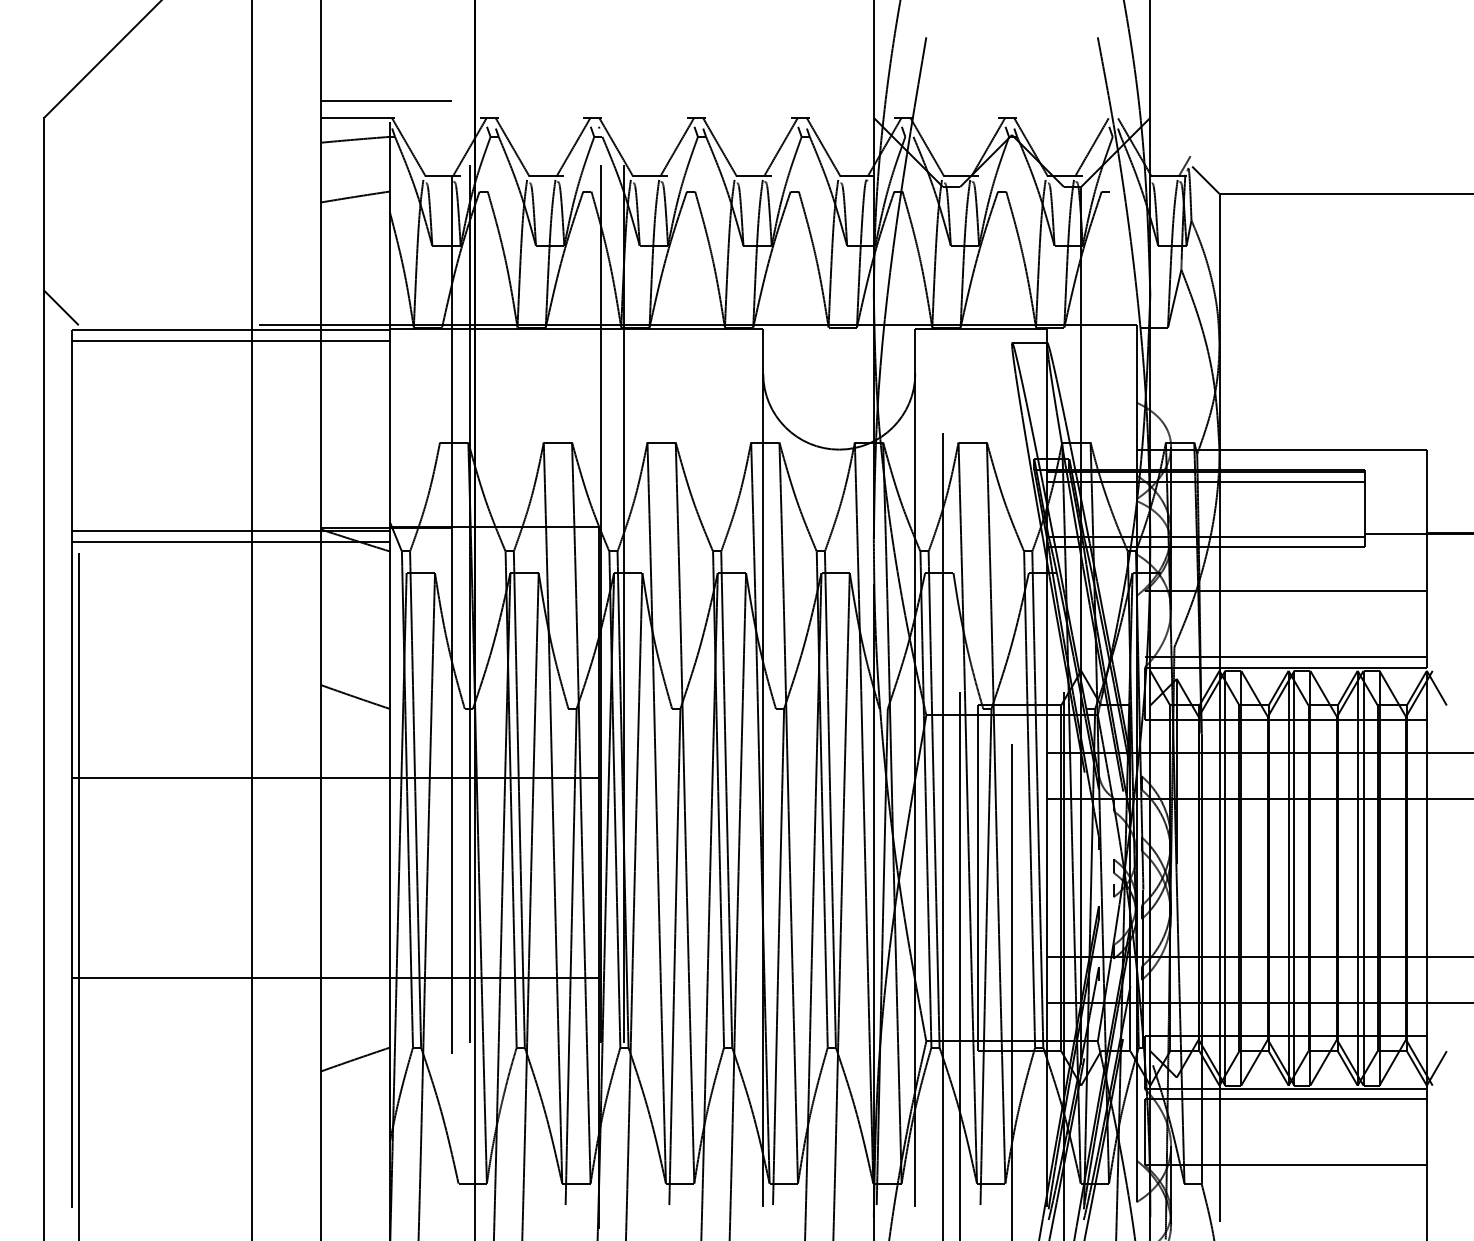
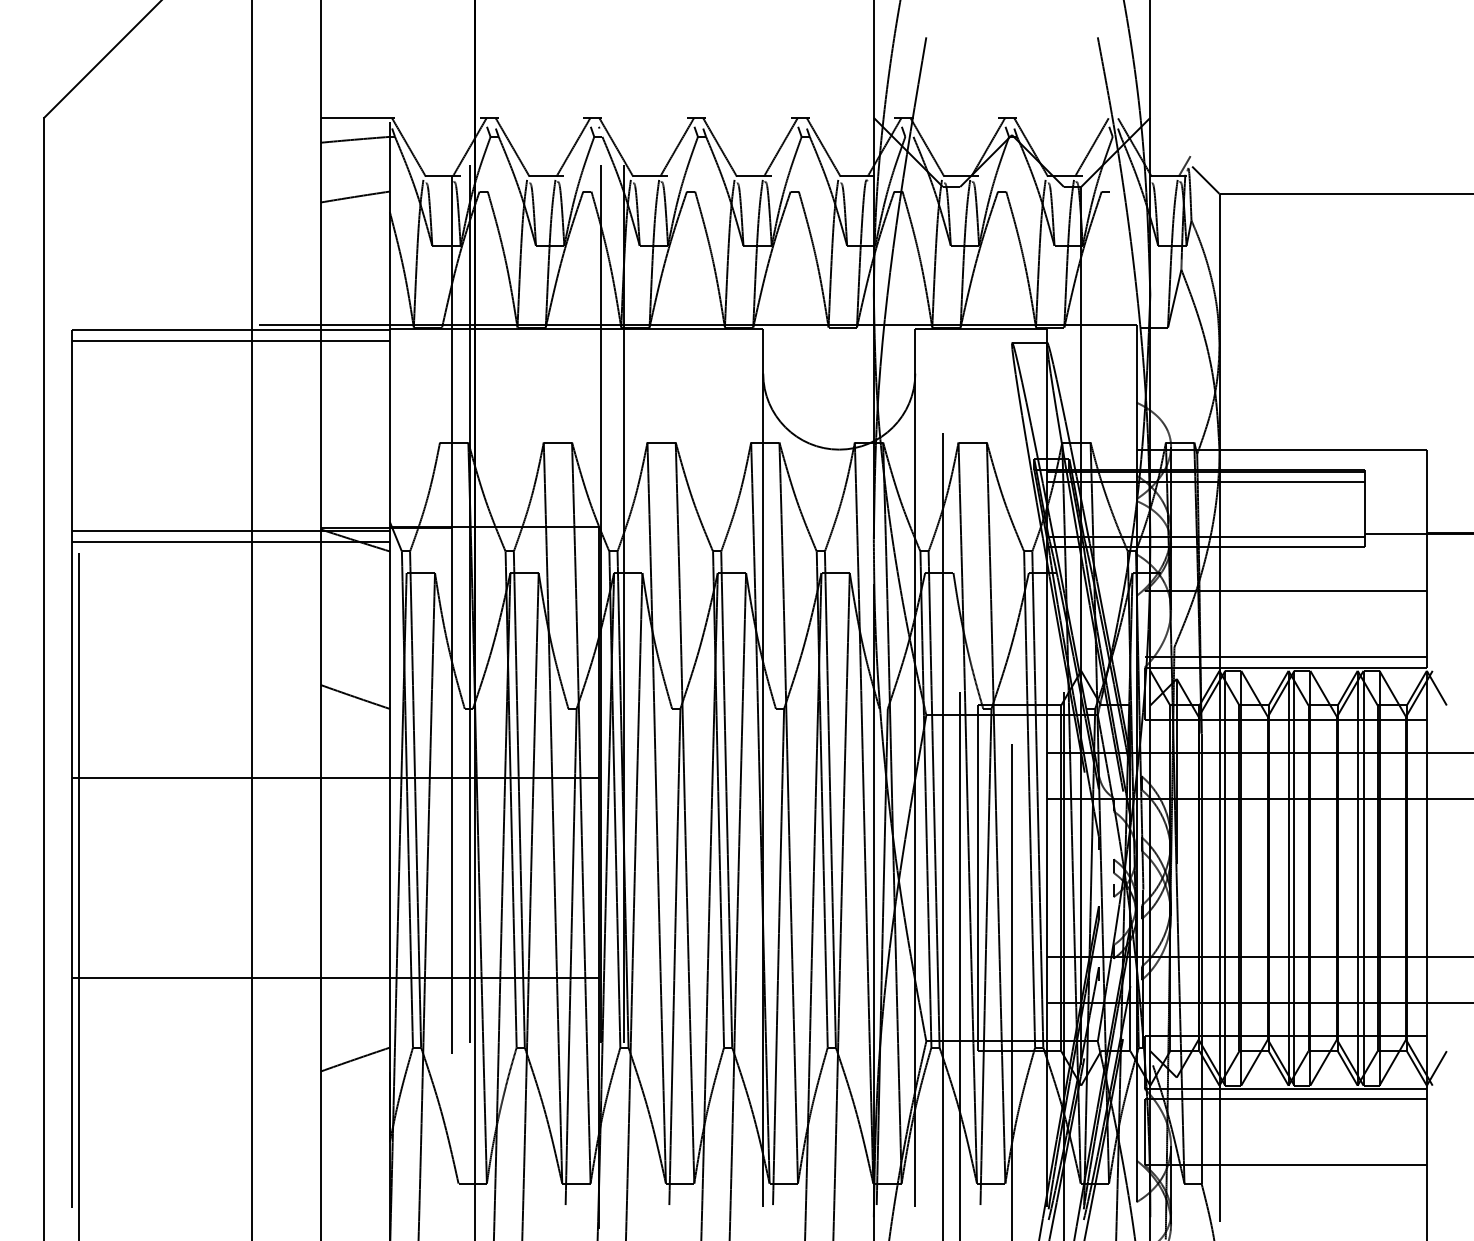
line at (385, 101): present -> none
line at (61, 307): present -> none
